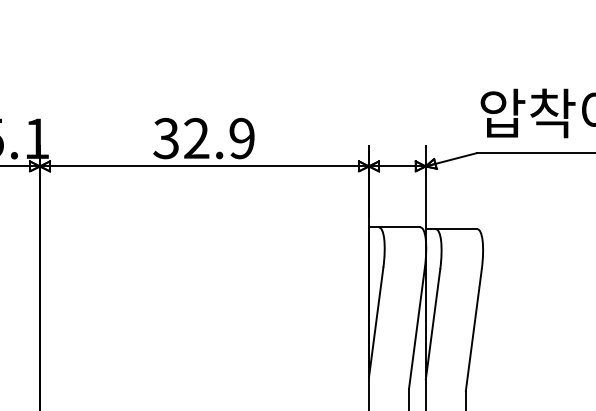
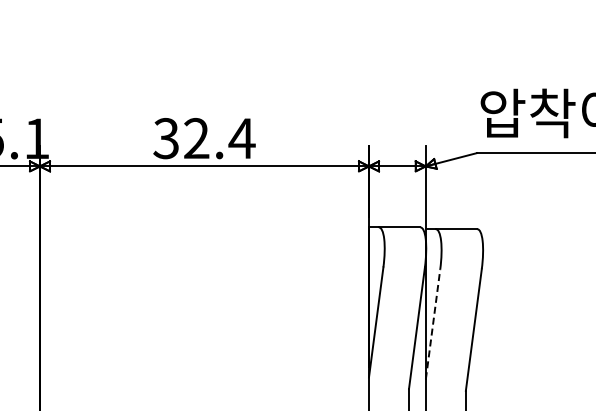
text at (241, 138): 32.9 -> 32.4
line at (433, 323): solid -> dashed
